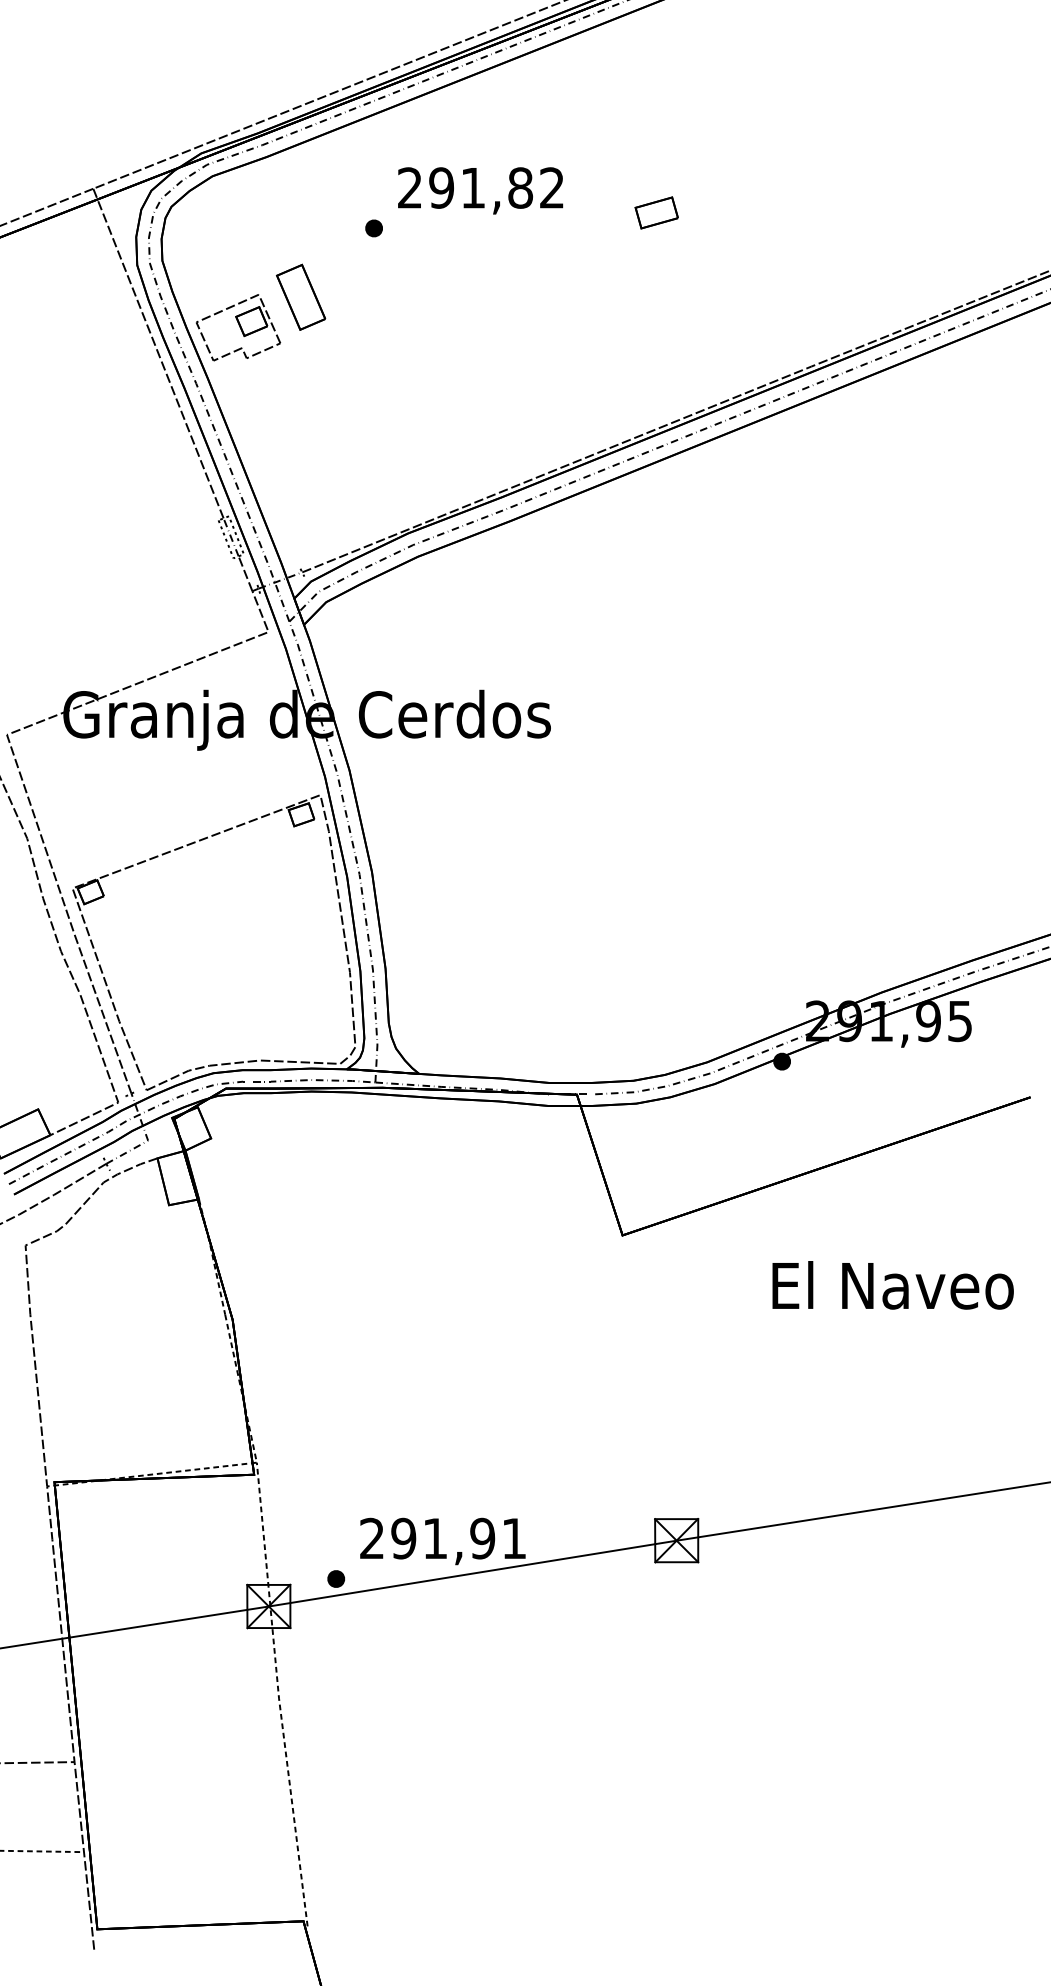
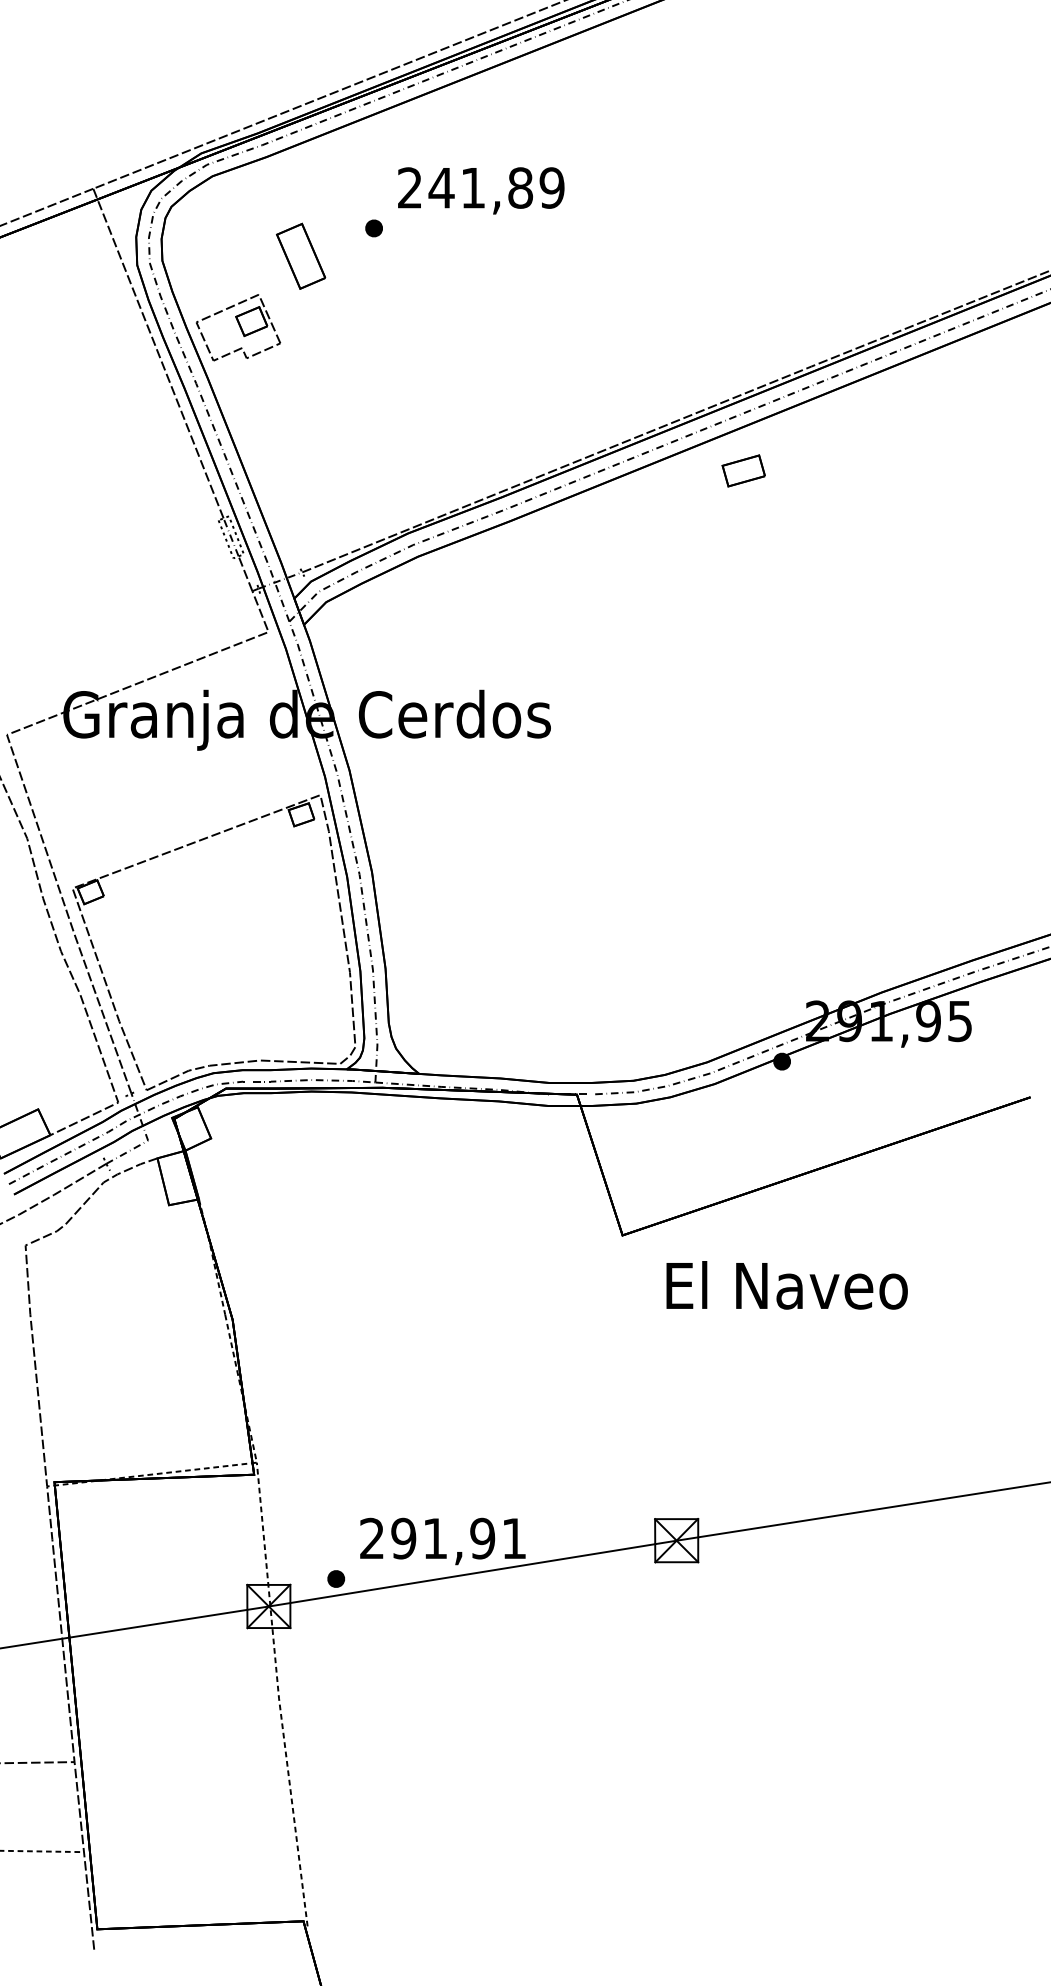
text at (496, 187): 291,82 -> 241,89
part at (656, 212) position: (656, 212) -> (743, 470)
part at (301, 296) position: (301, 296) -> (301, 255)
text at (892, 1285) position: (892, 1285) -> (786, 1285)
